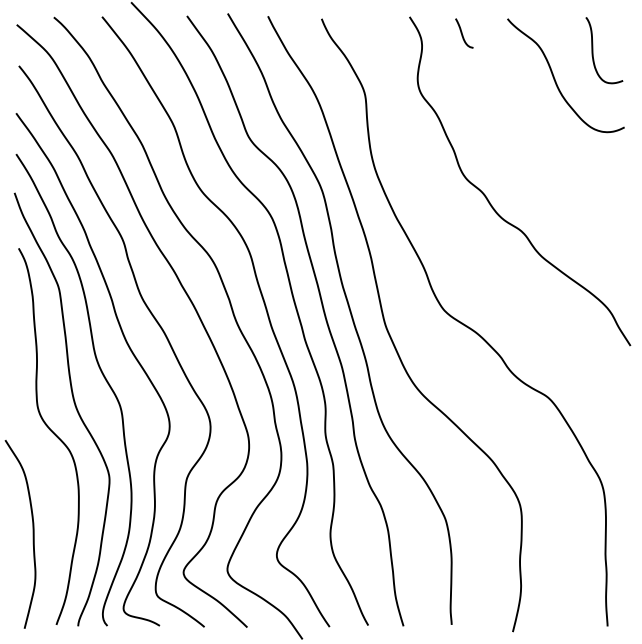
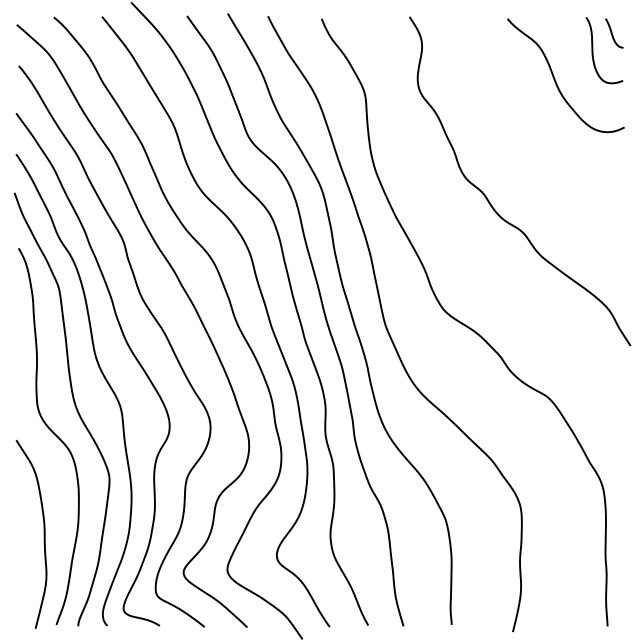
curve at (462, 33) position: (462, 33) -> (612, 33)
curve at (32, 534) position: (32, 534) -> (43, 534)
